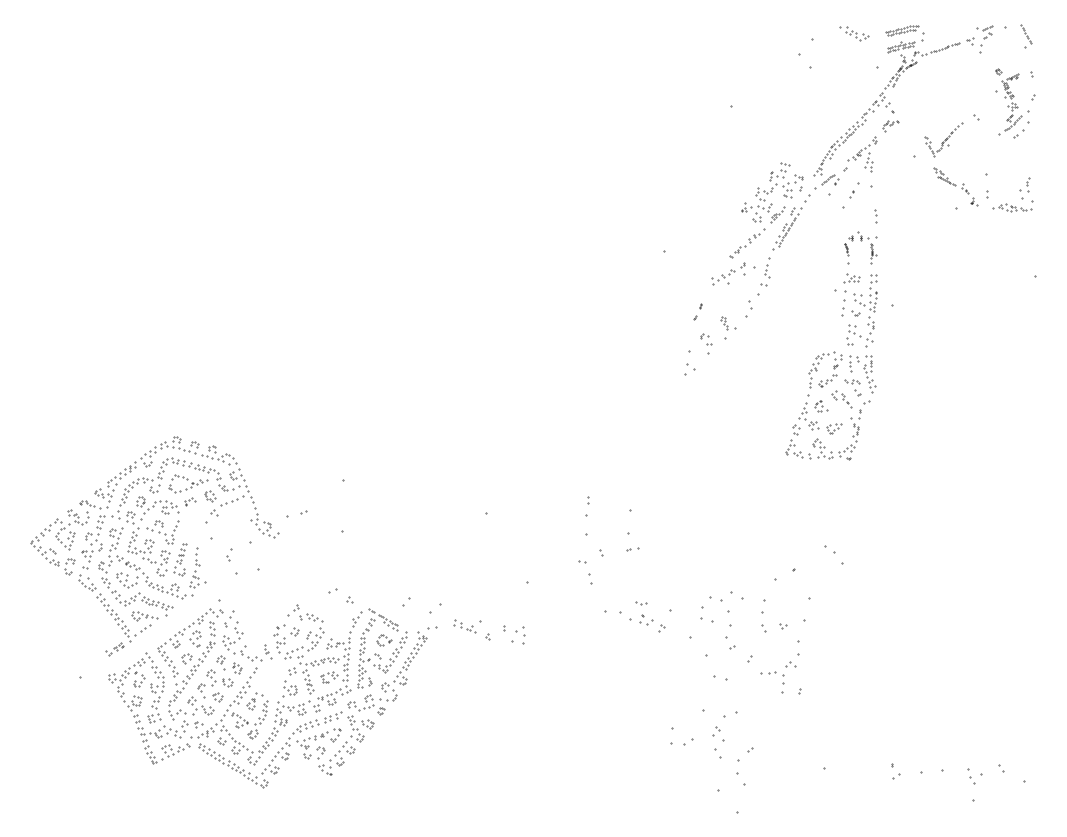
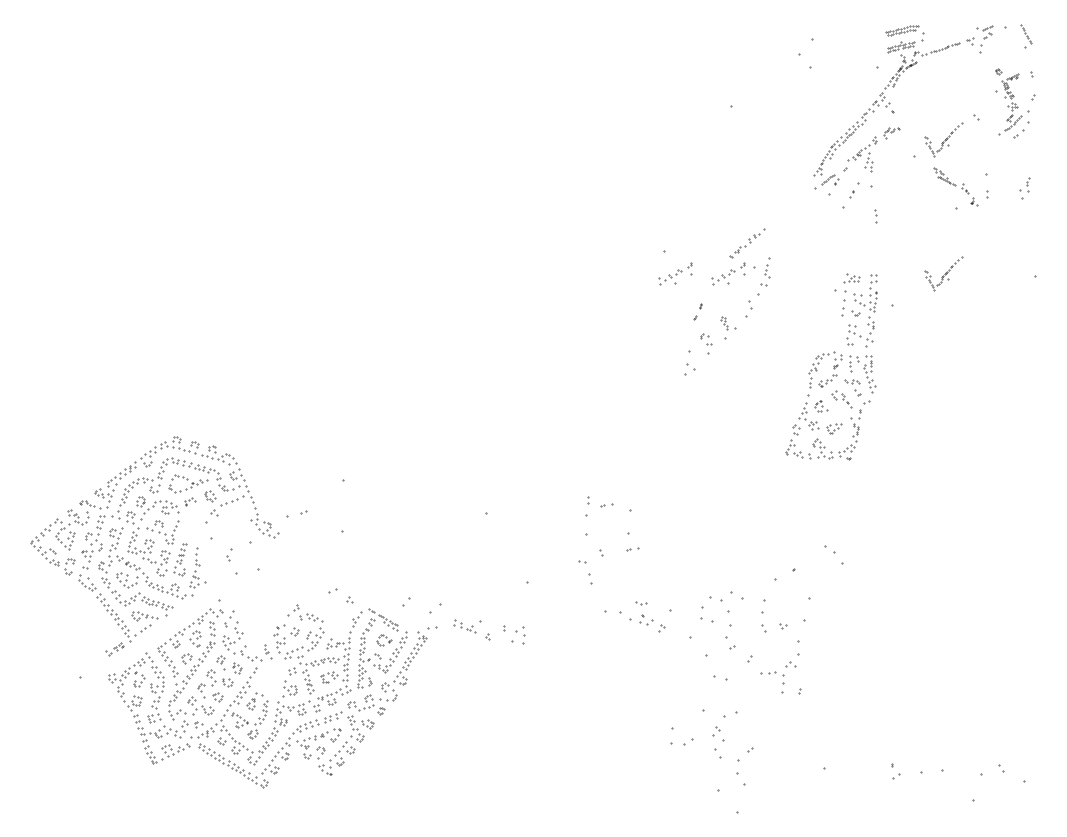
part at (854, 33): present -> none
part at (890, 126) position: (890, 126) -> (891, 133)
part at (775, 206): present -> none
part at (1012, 206): present -> none
part at (861, 241): present -> none
part at (675, 273): none -> present
part at (943, 273): none -> present
part at (606, 505): none -> present
part at (971, 776): present -> none
